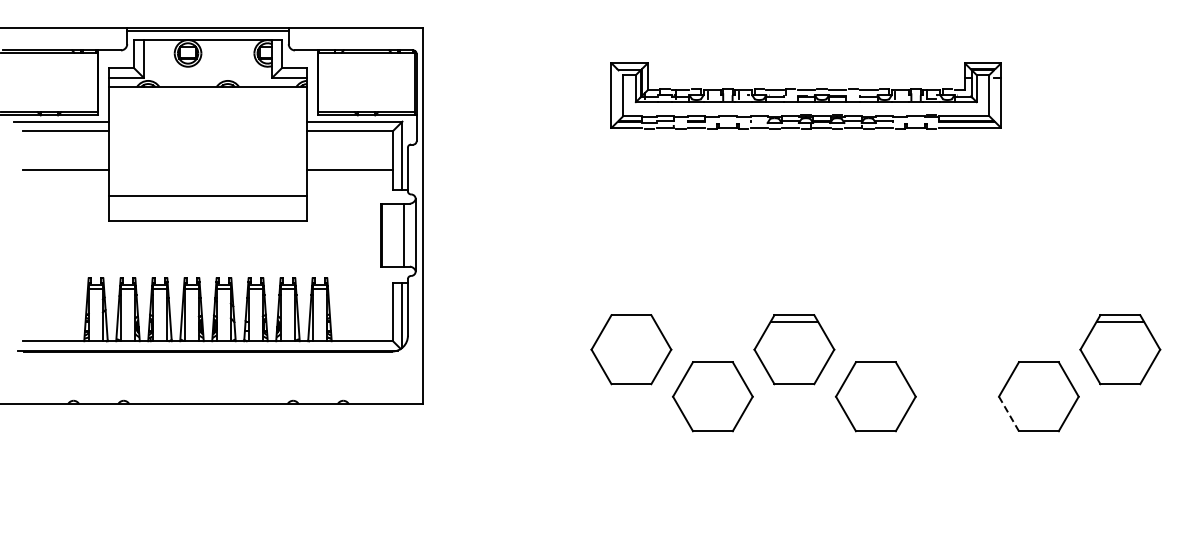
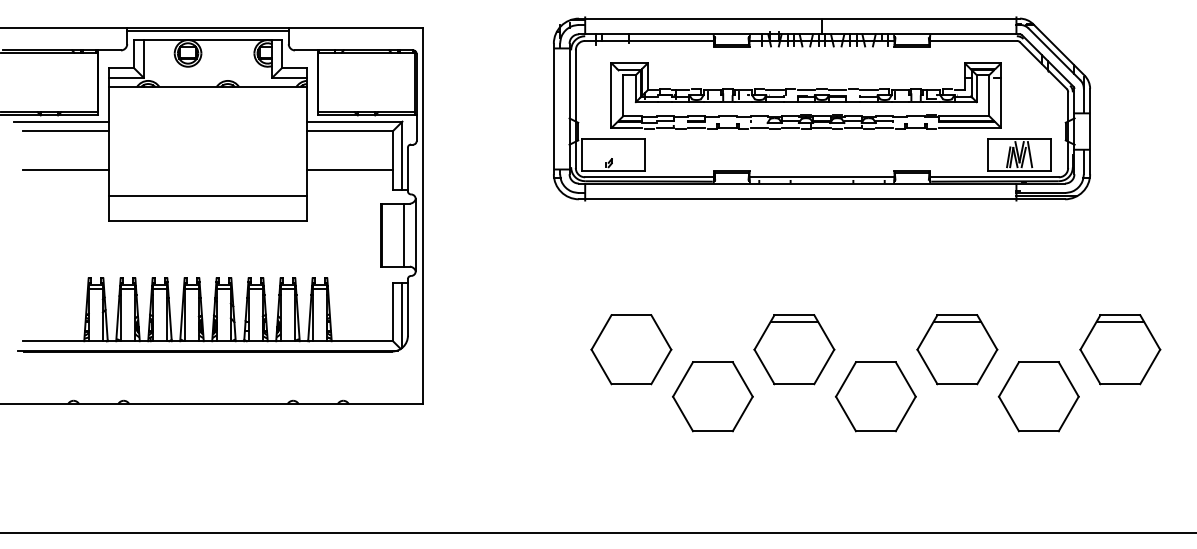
part at (821, 108): none -> present
part at (957, 349): none -> present
line at (1008, 413): dashed -> solid
line at (597, 532): none -> present
